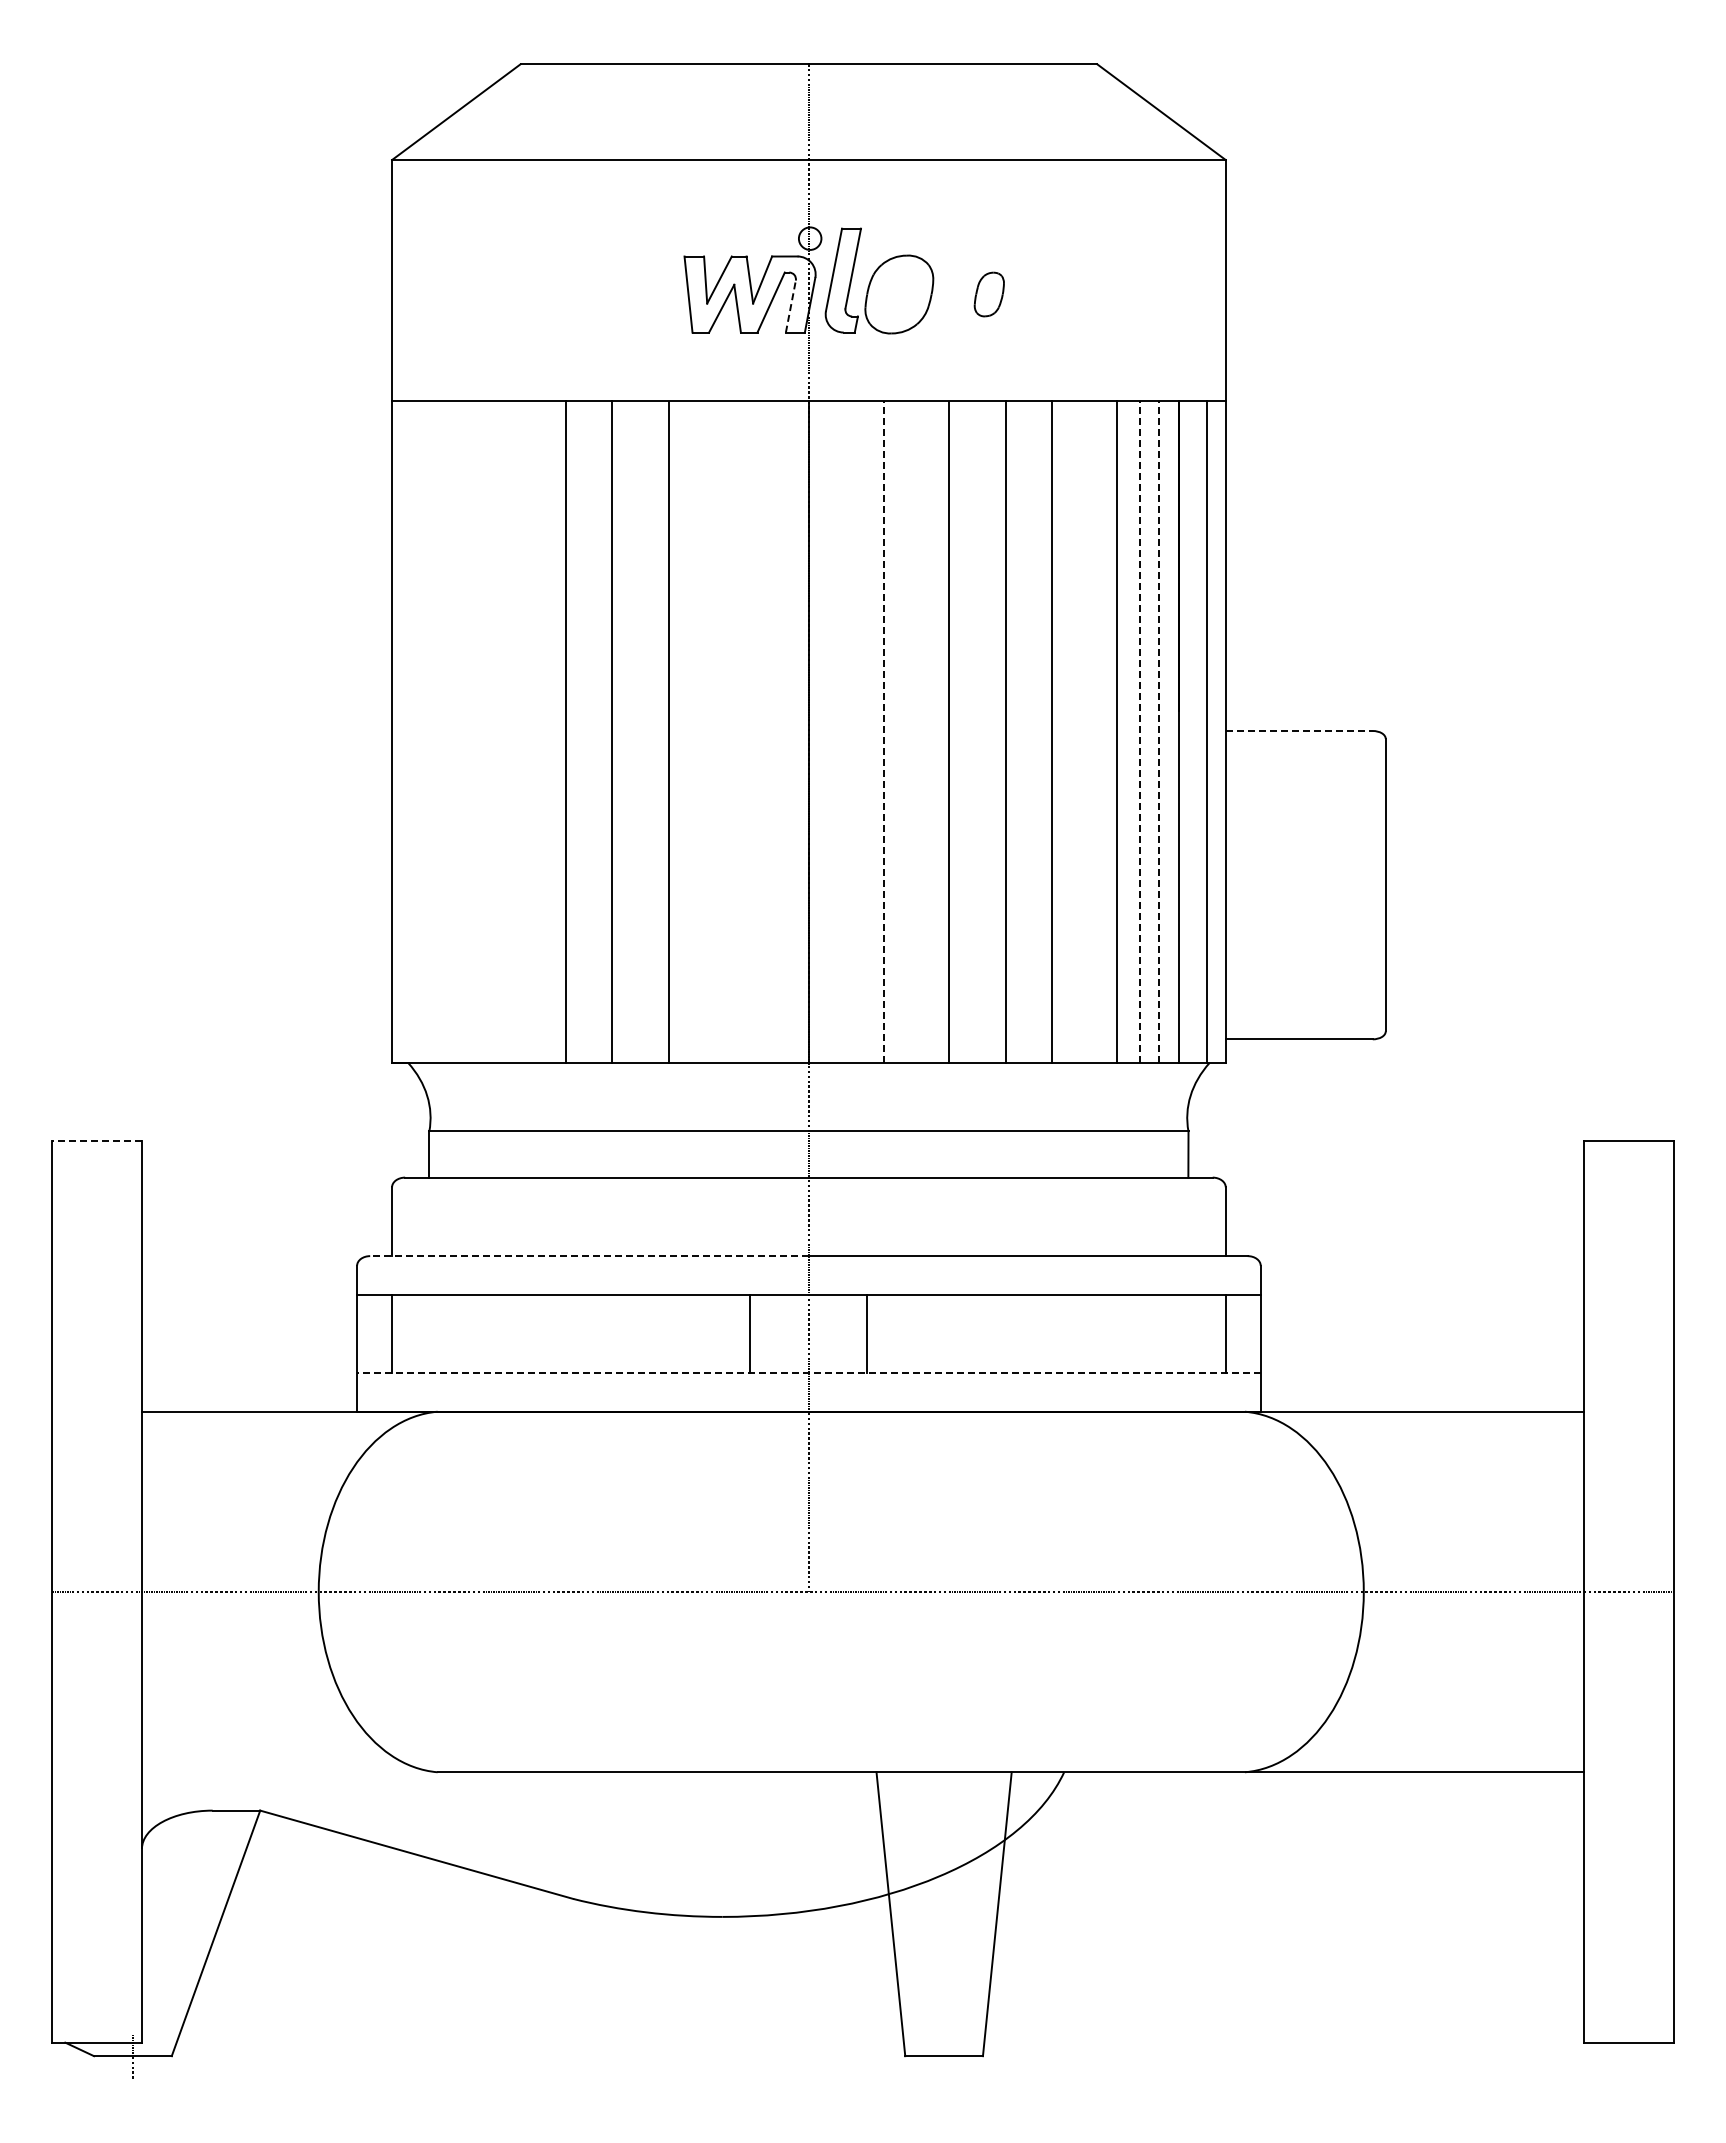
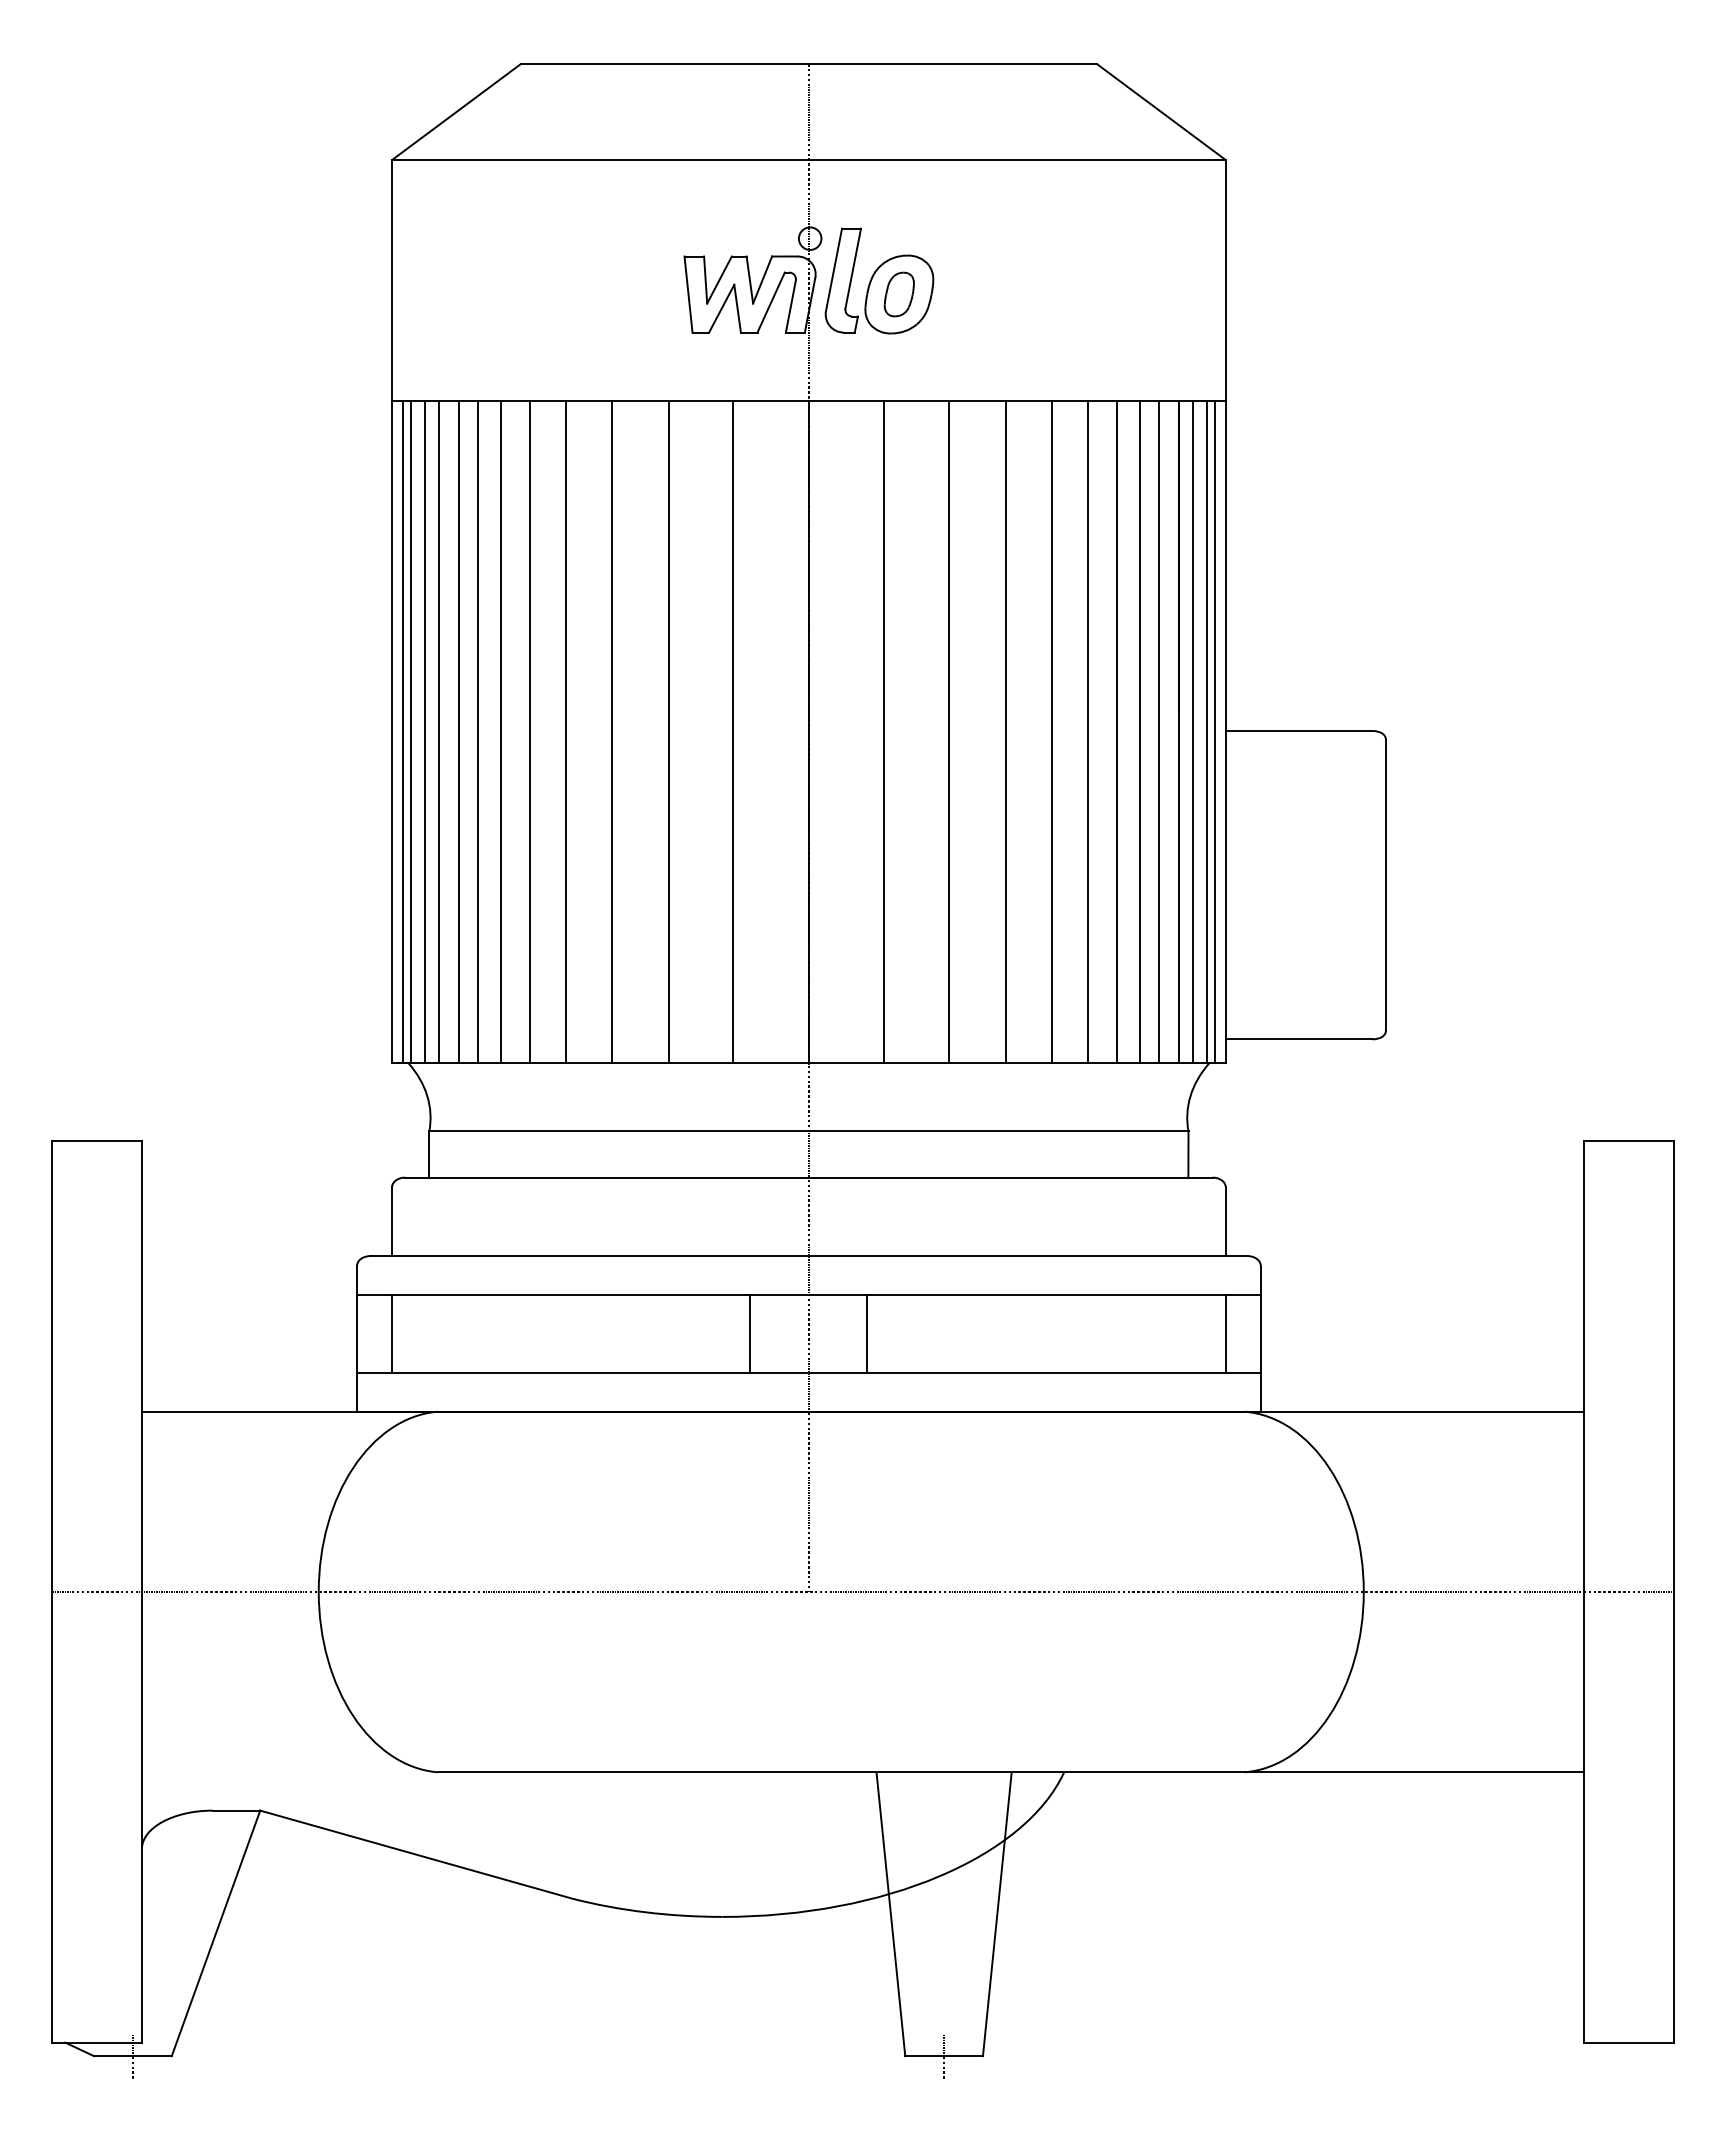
part at (988, 294) position: (988, 294) -> (898, 294)
line at (790, 306): dashed -> solid
line at (1299, 730): dashed -> solid
line at (402, 732): none -> present
line at (411, 732): none -> present
line at (424, 732): none -> present
line at (439, 732): none -> present
line at (459, 732): none -> present
line at (477, 732): none -> present
line at (500, 732): none -> present
line at (530, 732): none -> present
line at (733, 732): none -> present
line at (884, 732): dashed -> solid
line at (1087, 732): none -> present
line at (1140, 732): dashed -> solid
line at (1158, 732): dashed -> solid
line at (1192, 732): none -> present
line at (1215, 732): none -> present
line at (96, 1141): dashed -> solid
line at (589, 1256): dashed -> solid
line at (808, 1372): dashed -> solid
line at (944, 2055): none -> present
